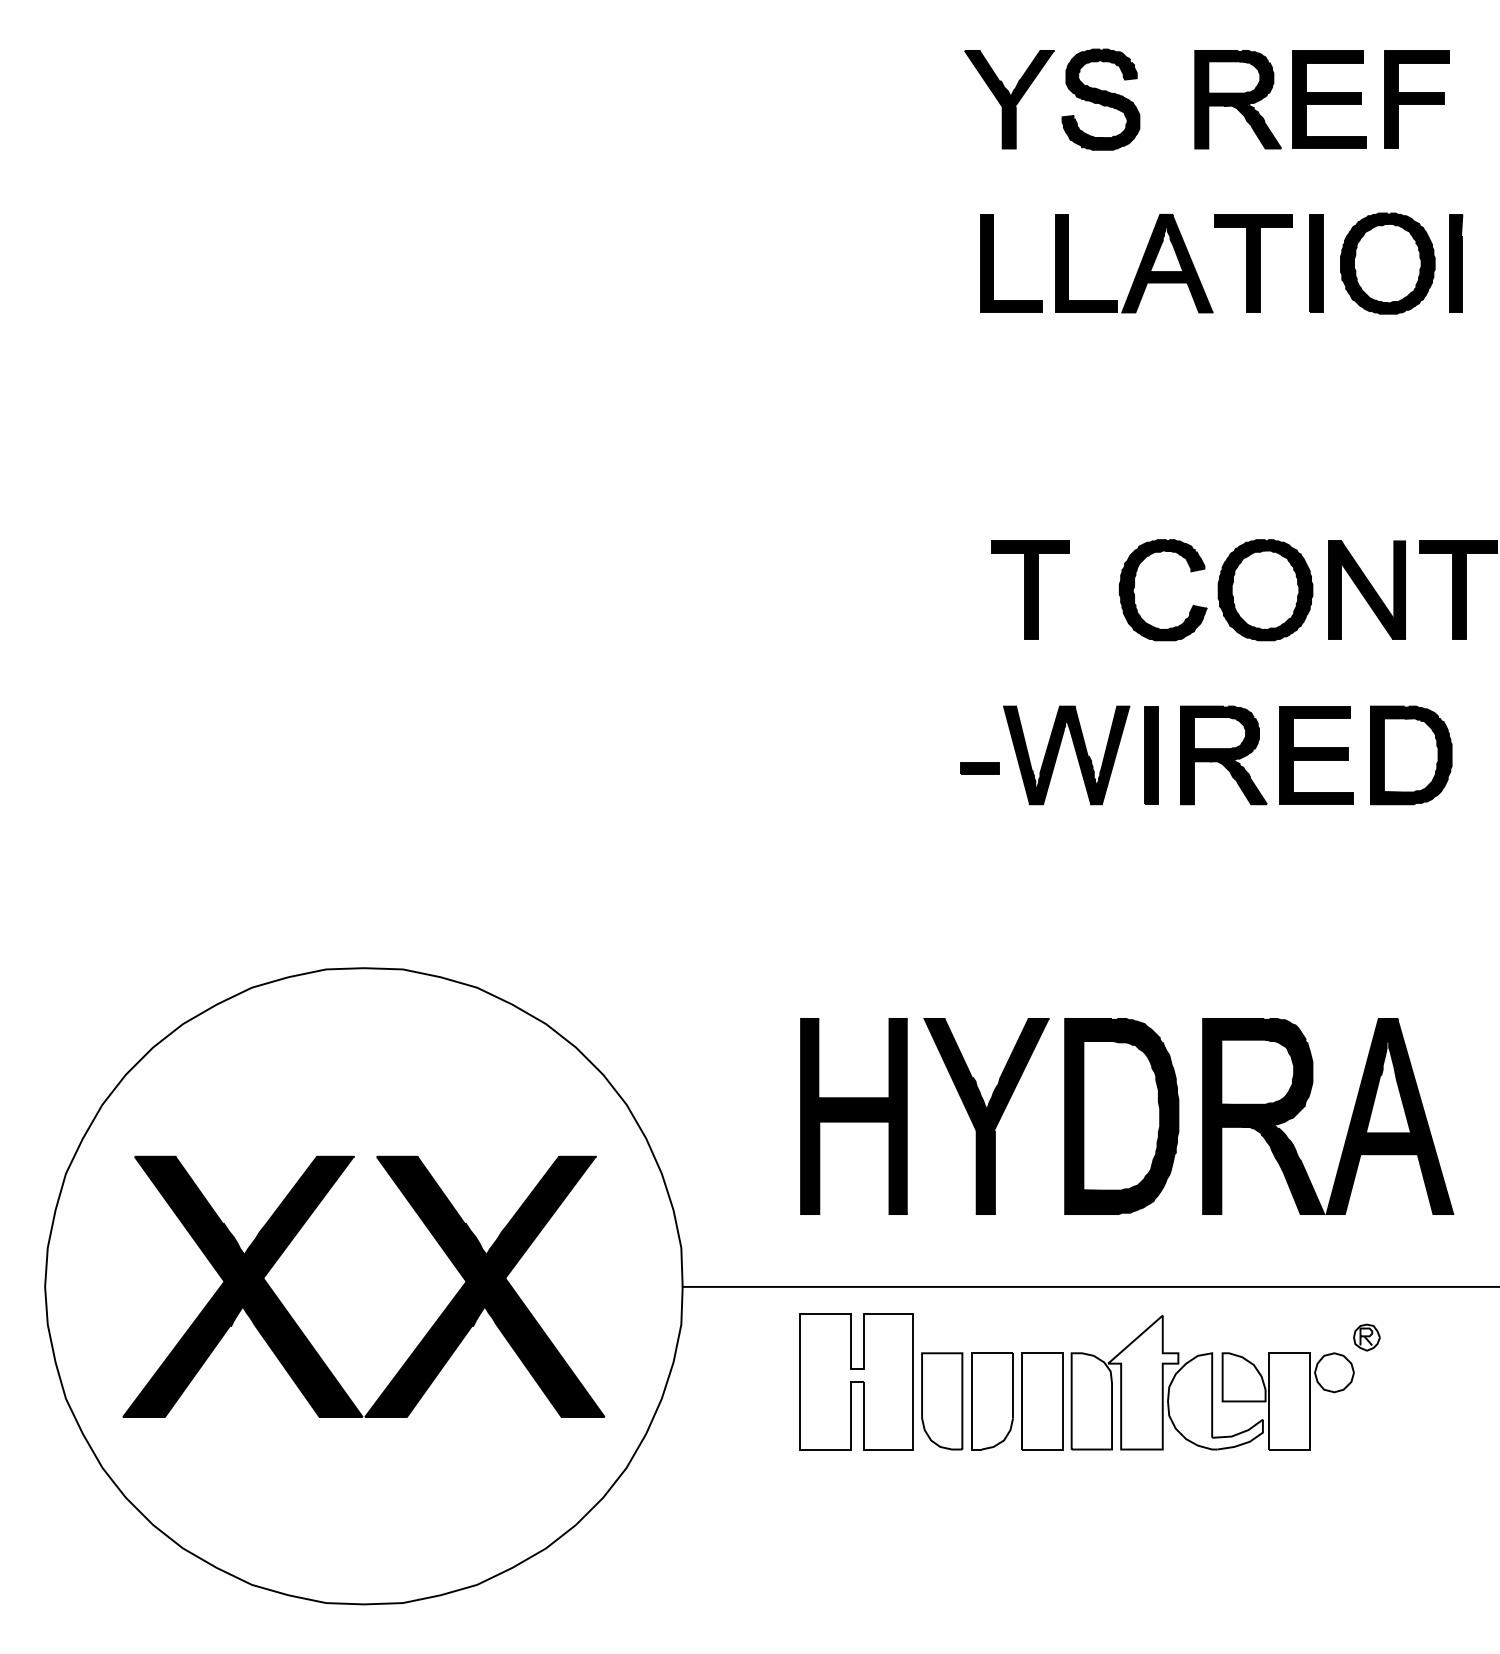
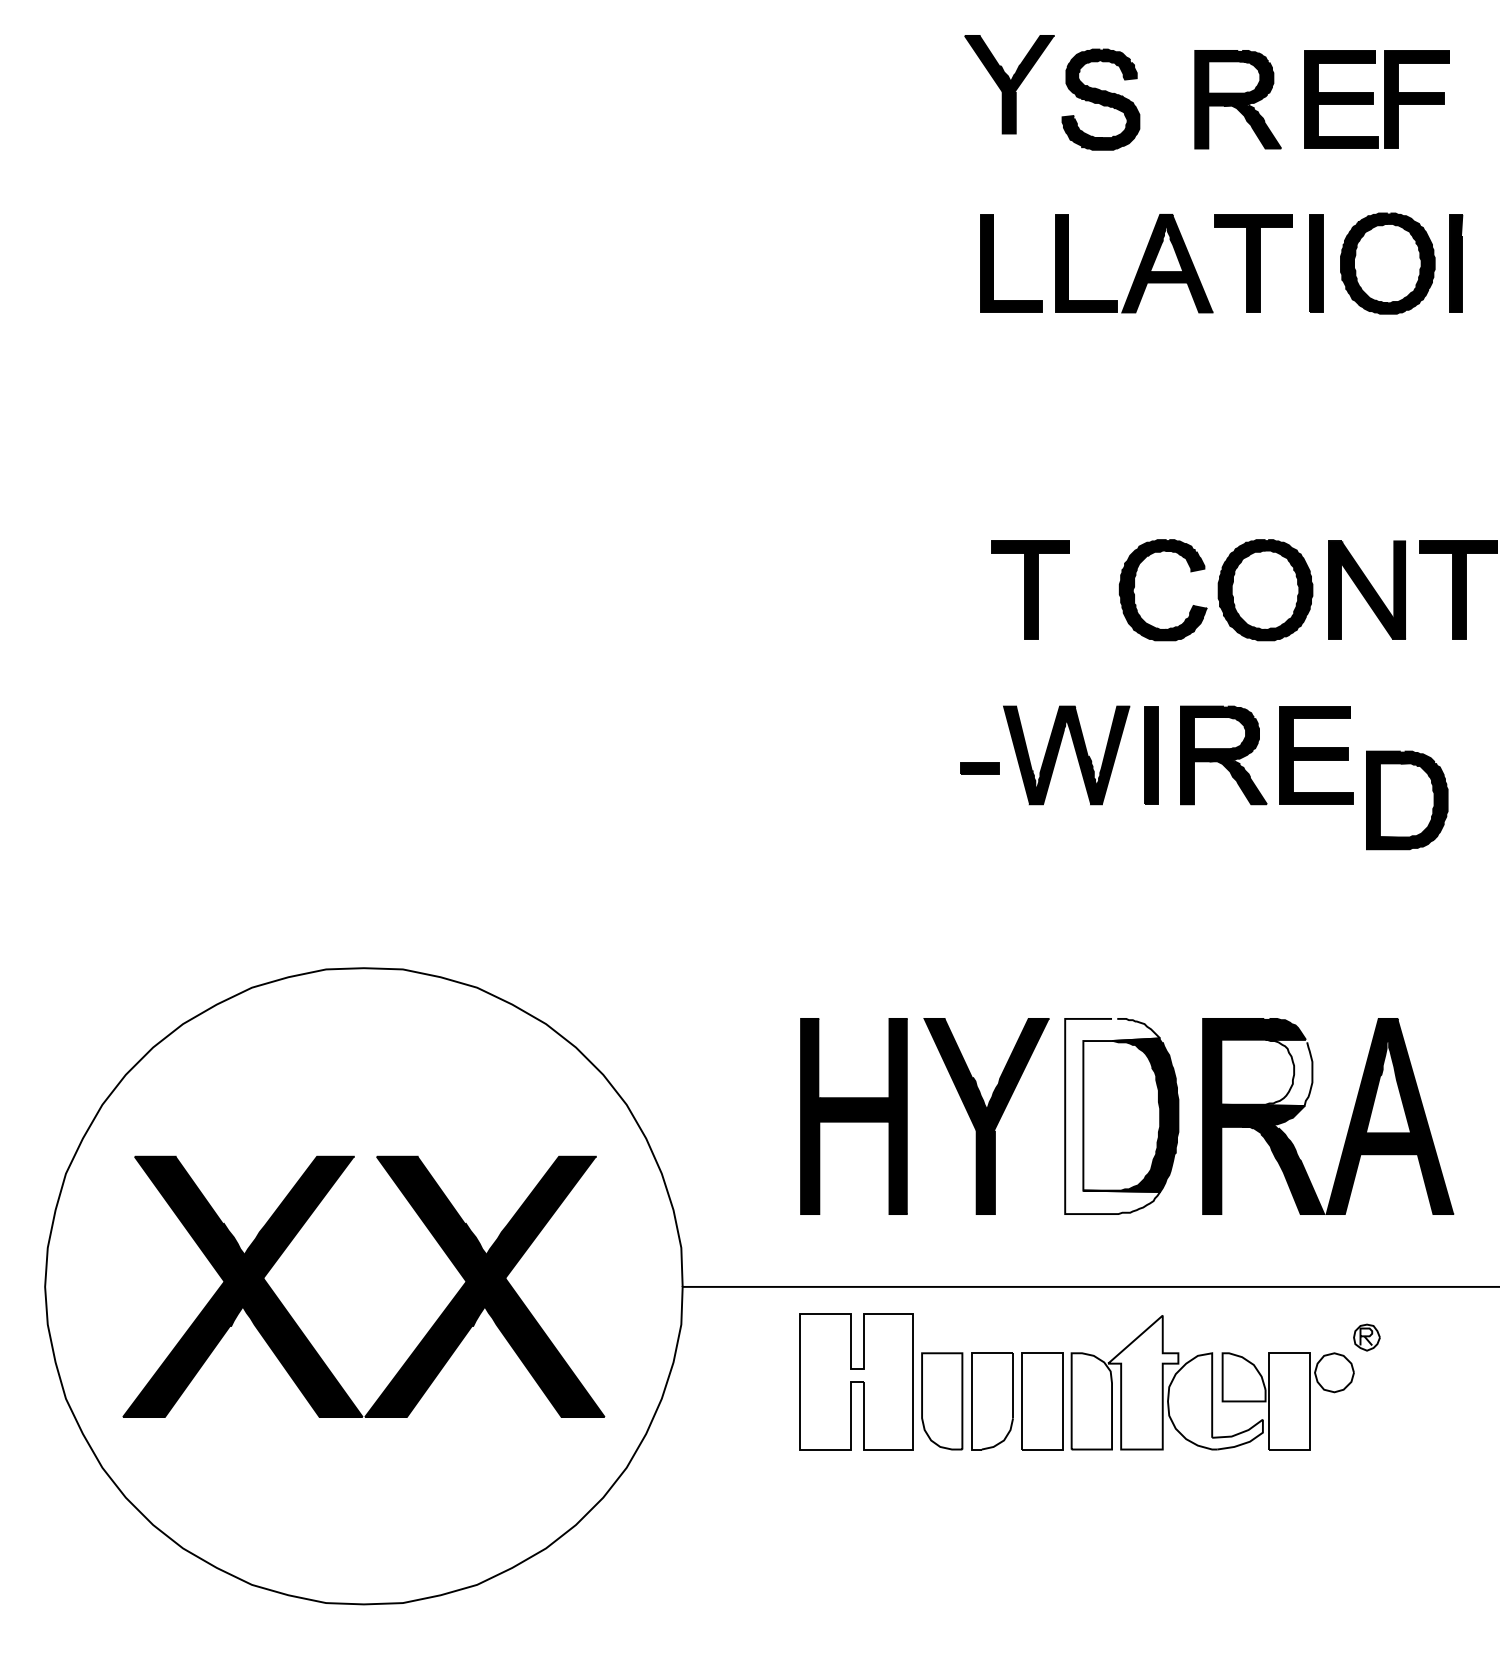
part at (1009, 99) position: (1009, 99) -> (1009, 84)
part at (1329, 99) position: (1329, 99) -> (1341, 99)
part at (1411, 755) position: (1411, 755) -> (1407, 800)
fill at (1266, 1072): present -> none
fill at (1112, 1116): present -> none
